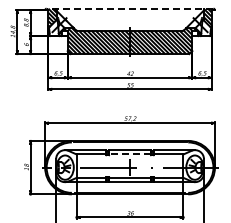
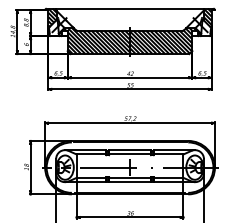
line at (129, 8): dashed -> solid
line at (130, 154): dashed -> solid
